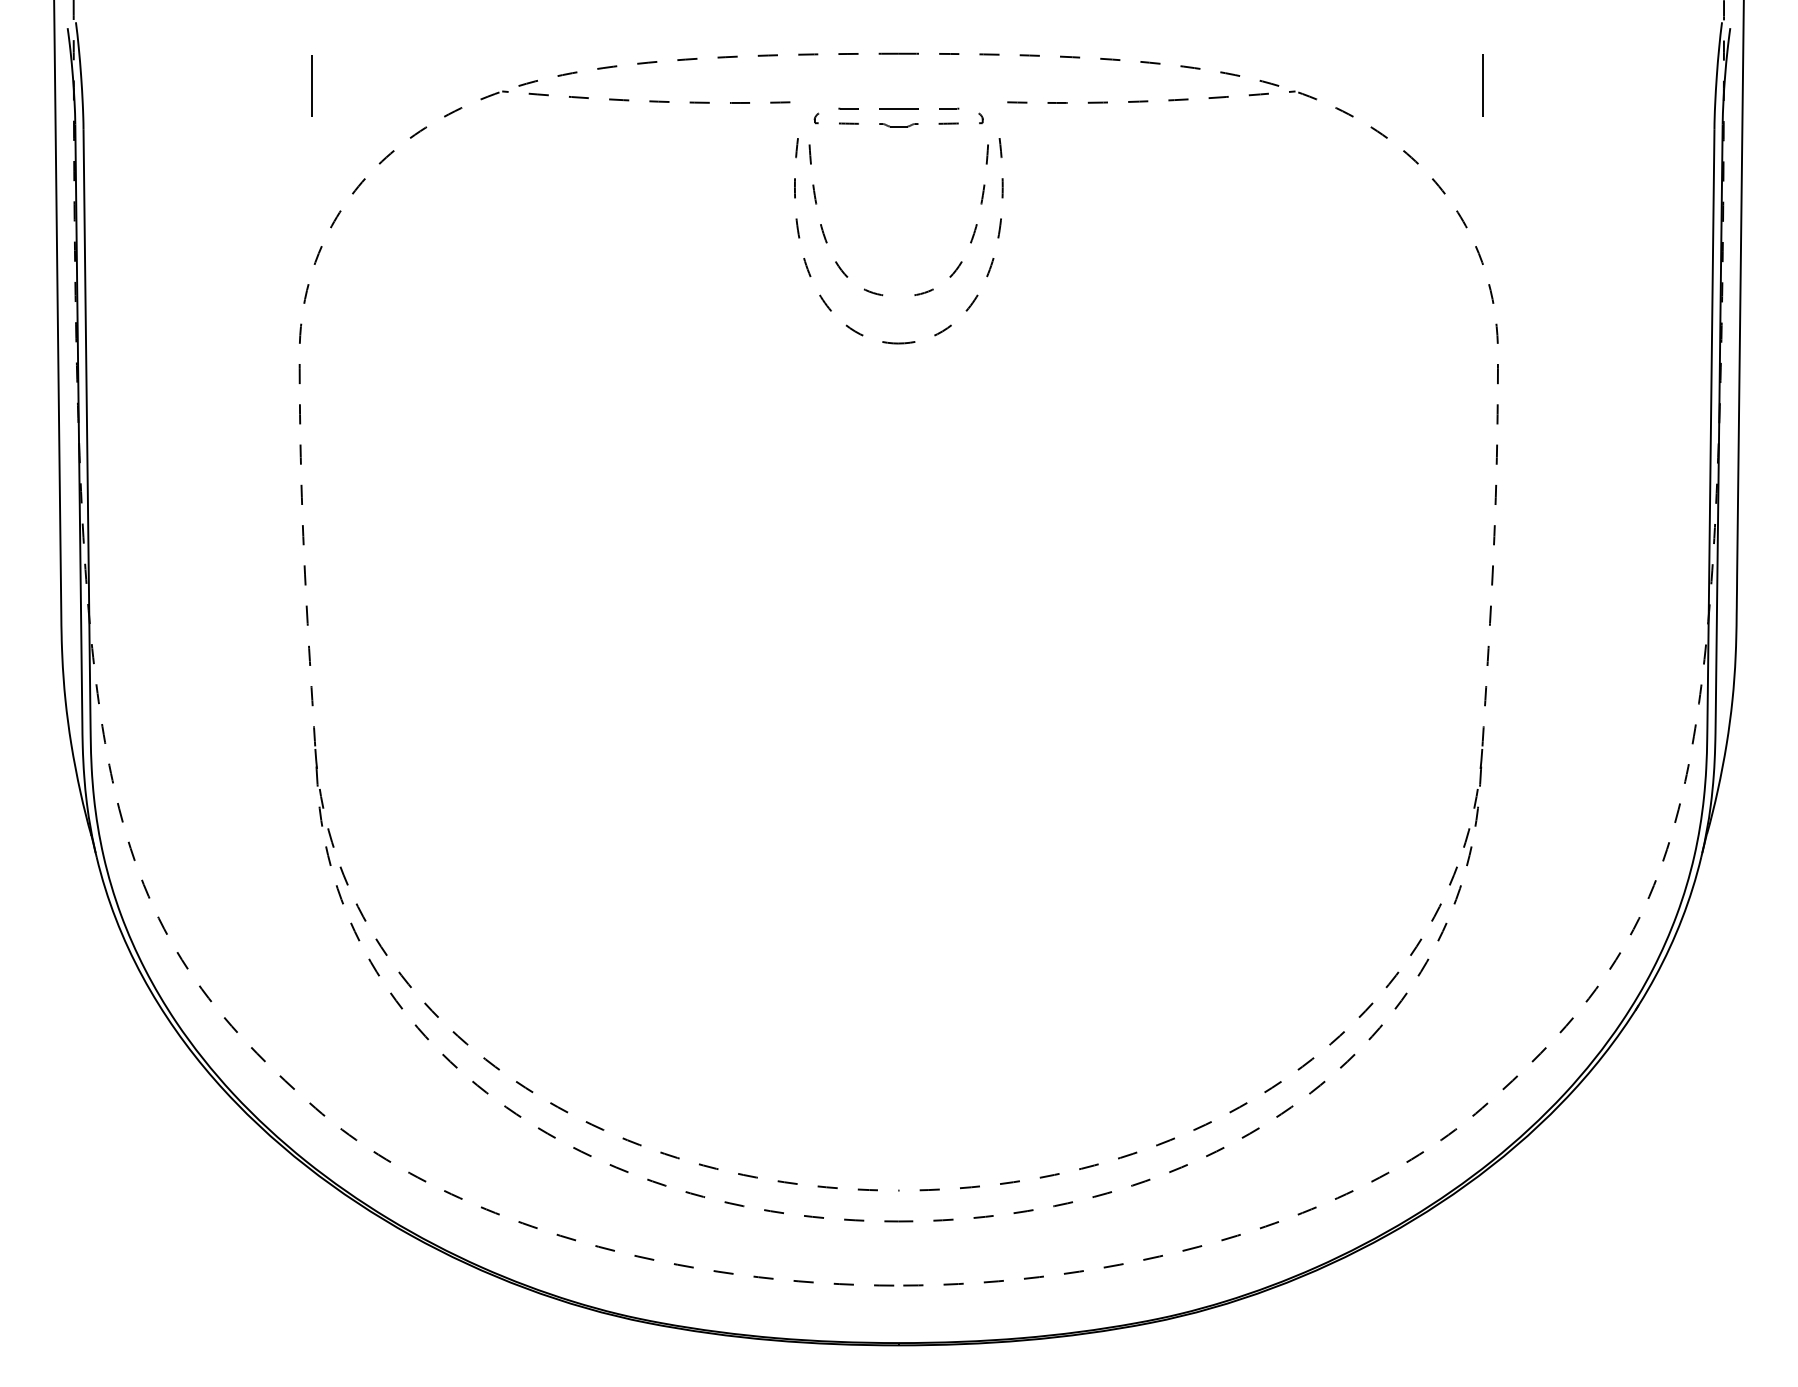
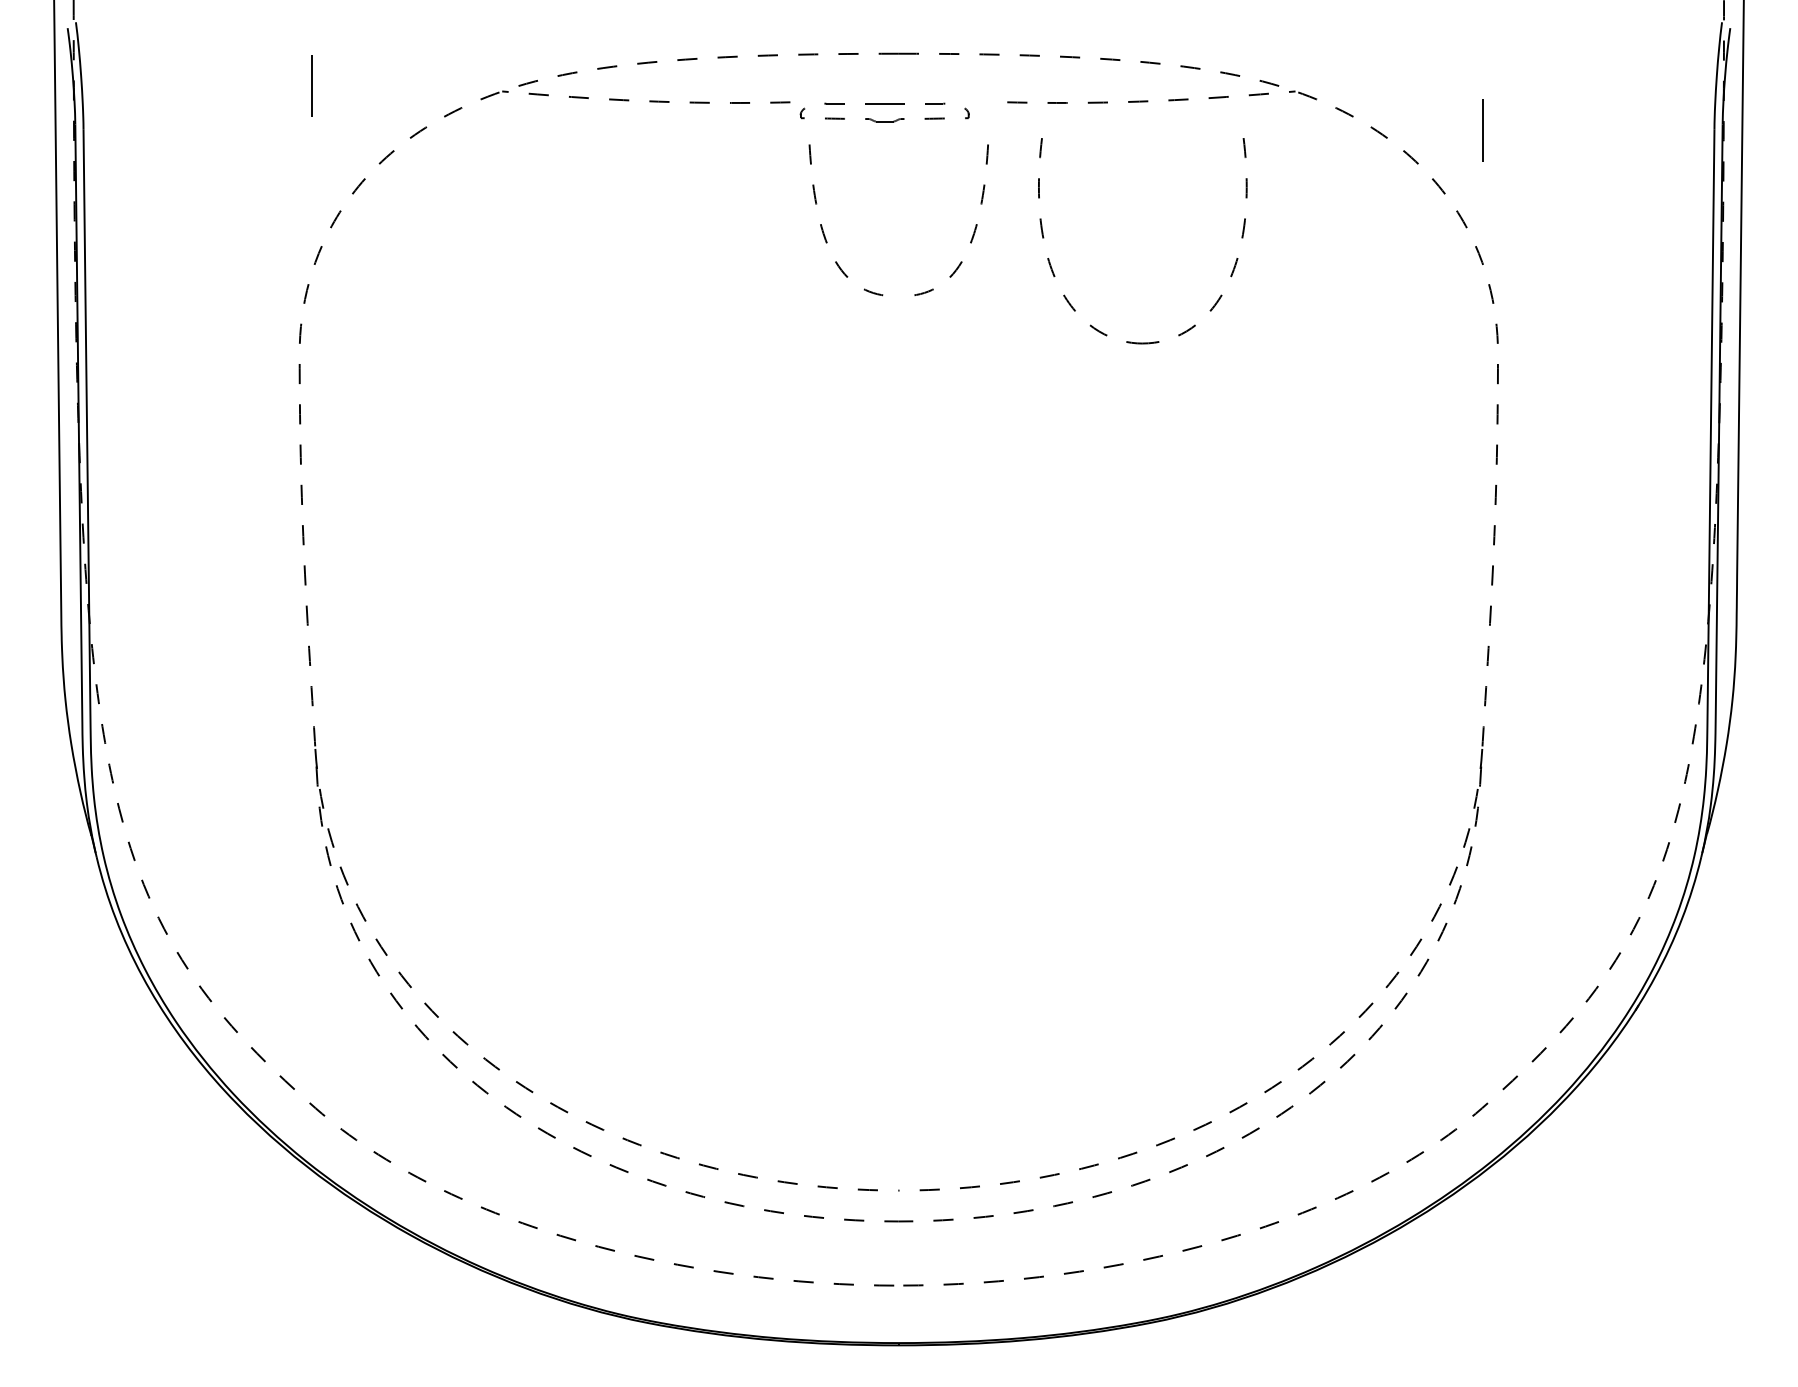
line at (1482, 85) position: (1482, 85) -> (1482, 130)
part at (898, 109) position: (898, 109) -> (884, 104)
part at (811, 275) position: (811, 275) -> (1055, 275)
